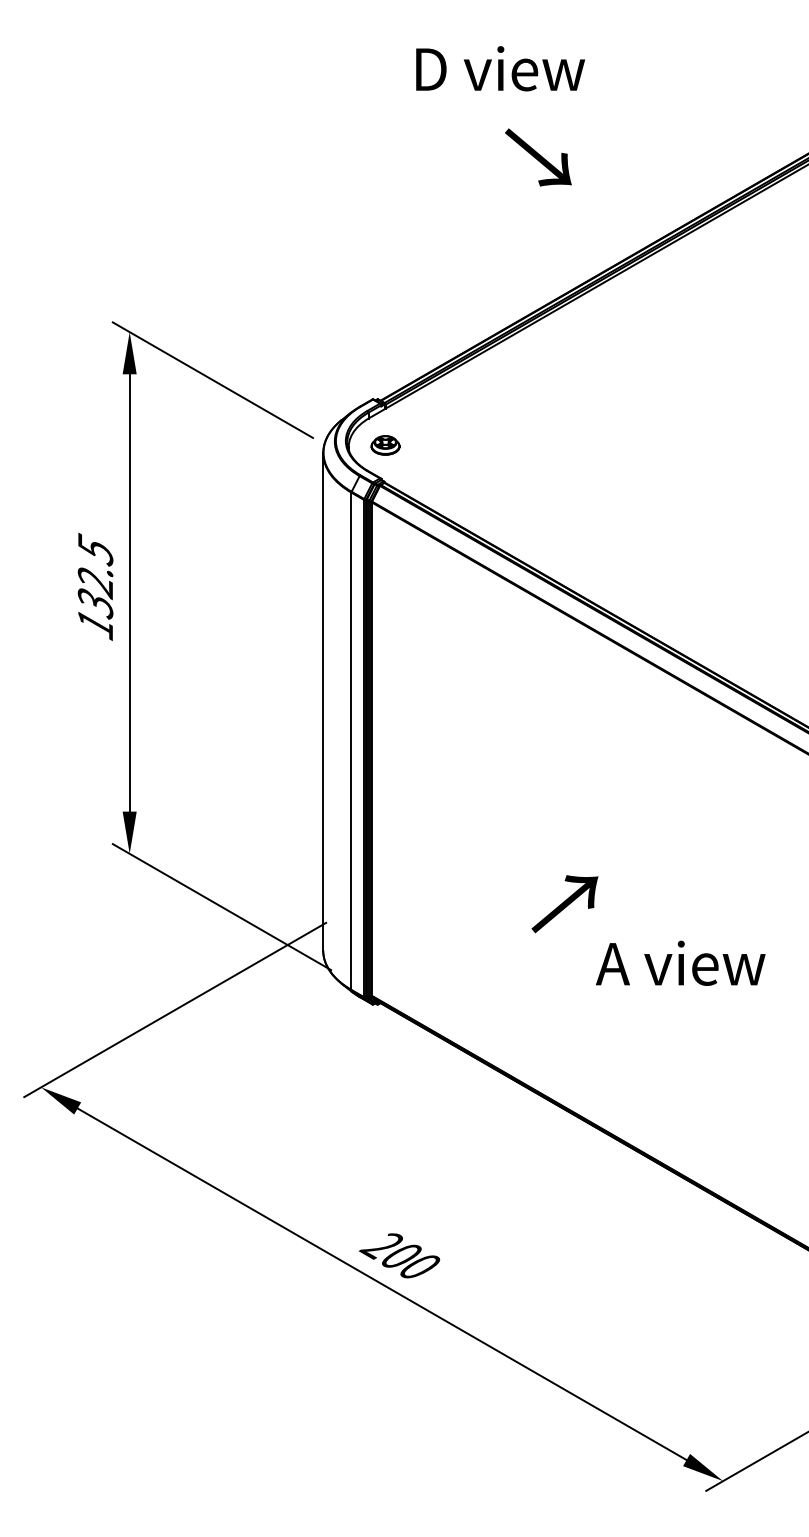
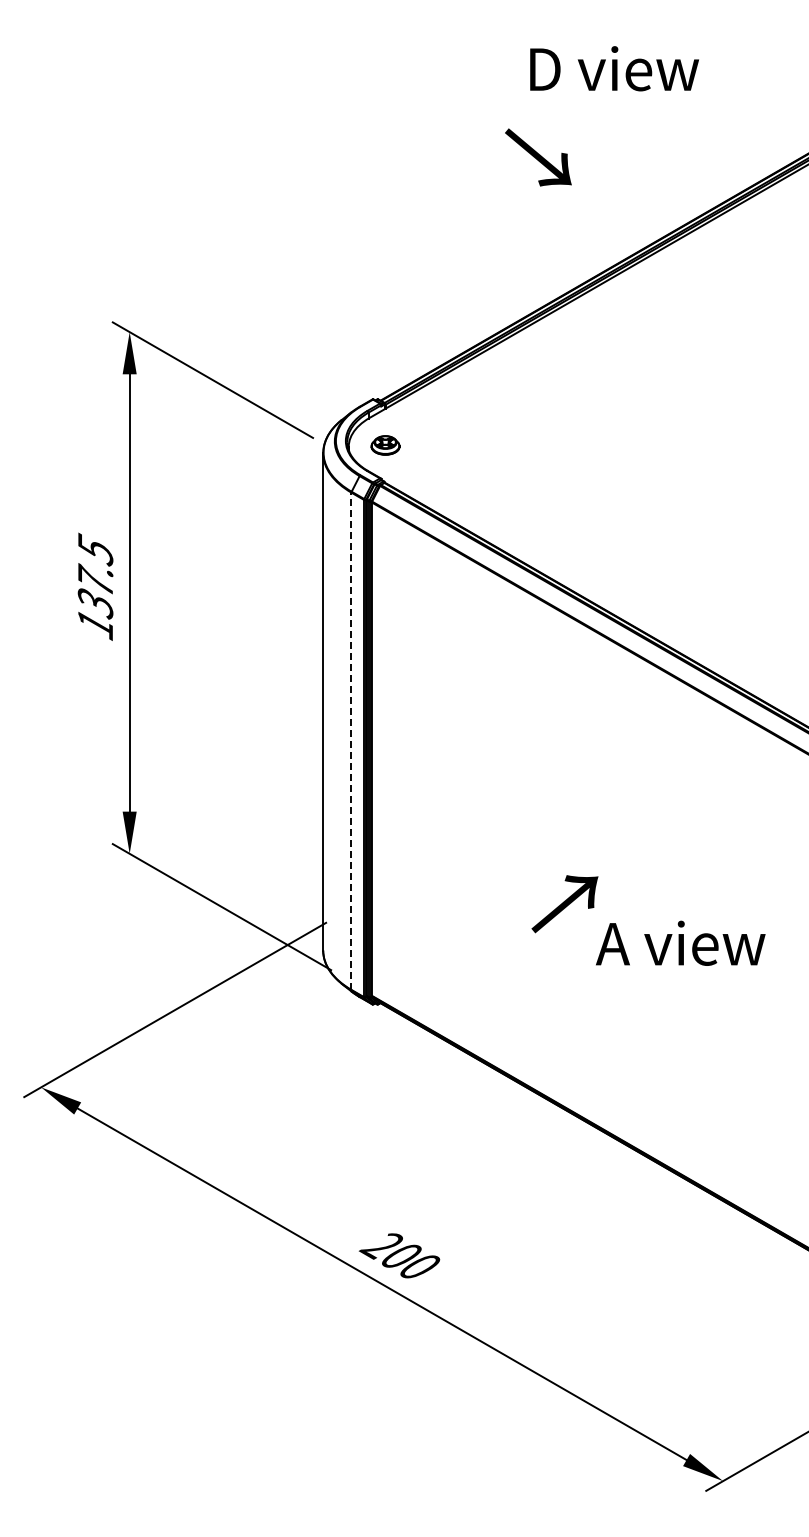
text at (500, 68) position: (500, 68) -> (614, 68)
text at (94, 581): 132.5 -> 137.5
line at (351, 741): solid -> dashed
text at (680, 962) position: (680, 962) -> (680, 942)
